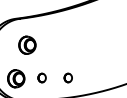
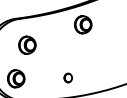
part at (83, 24): none -> present
part at (41, 77): present -> none
